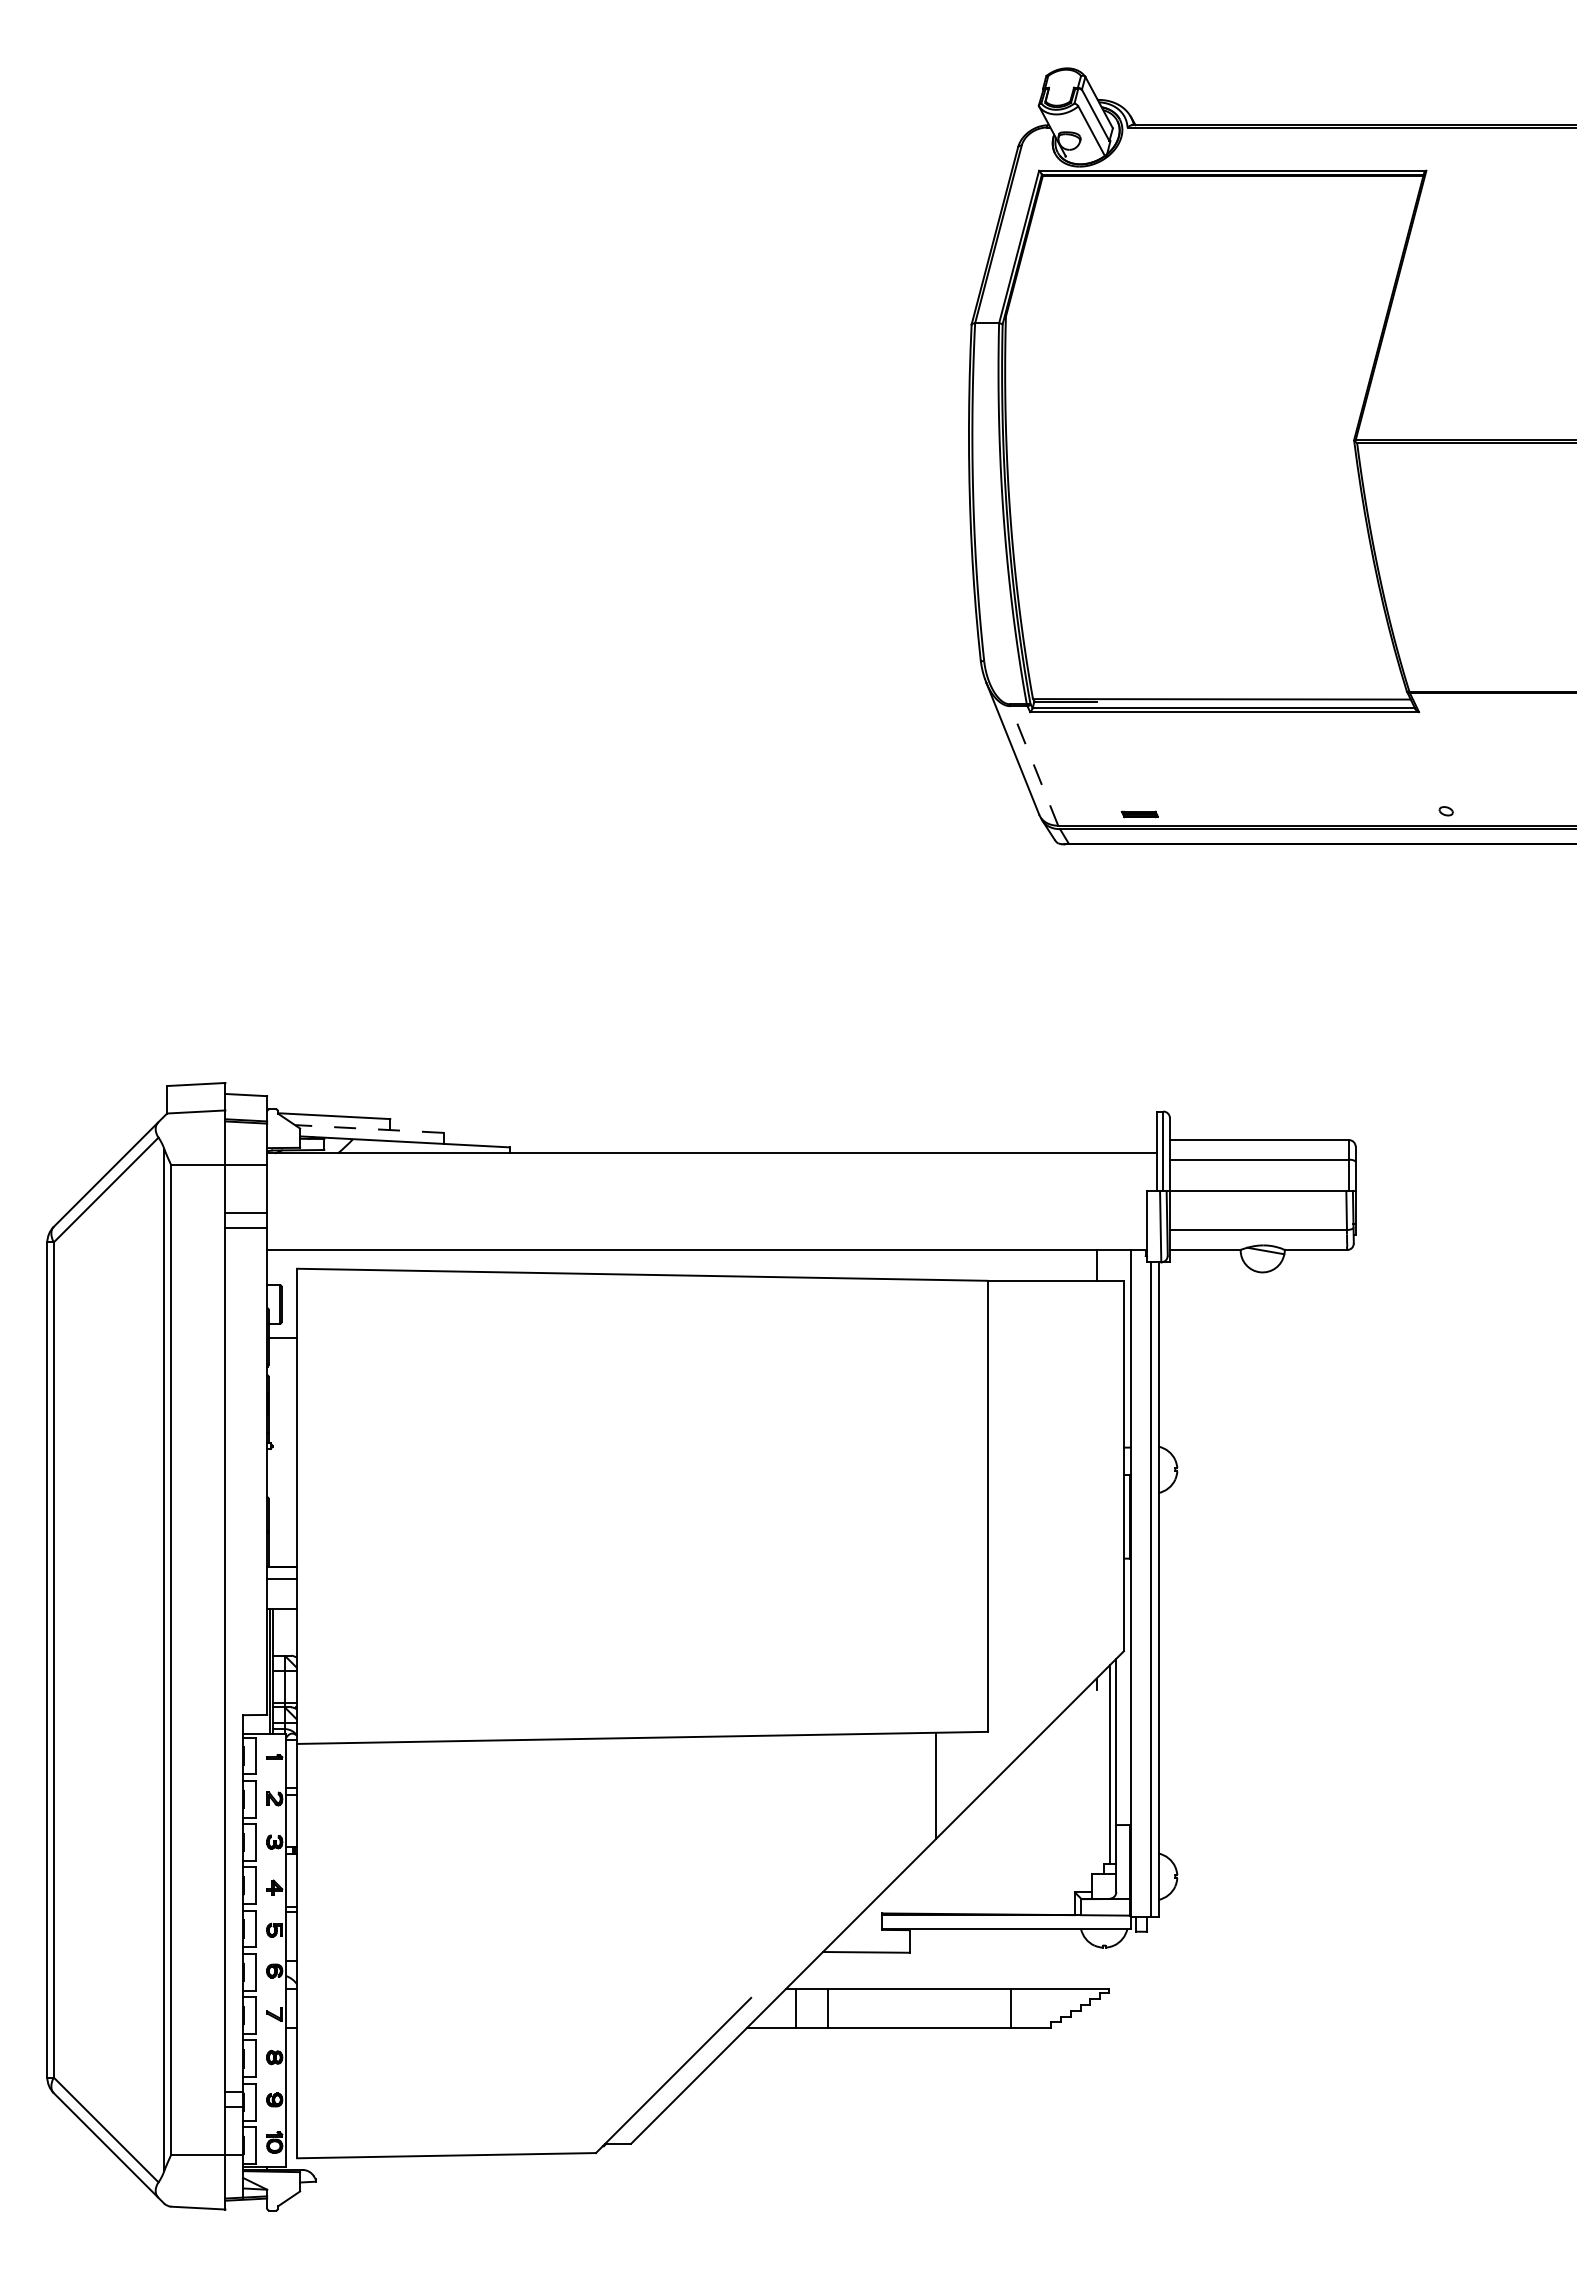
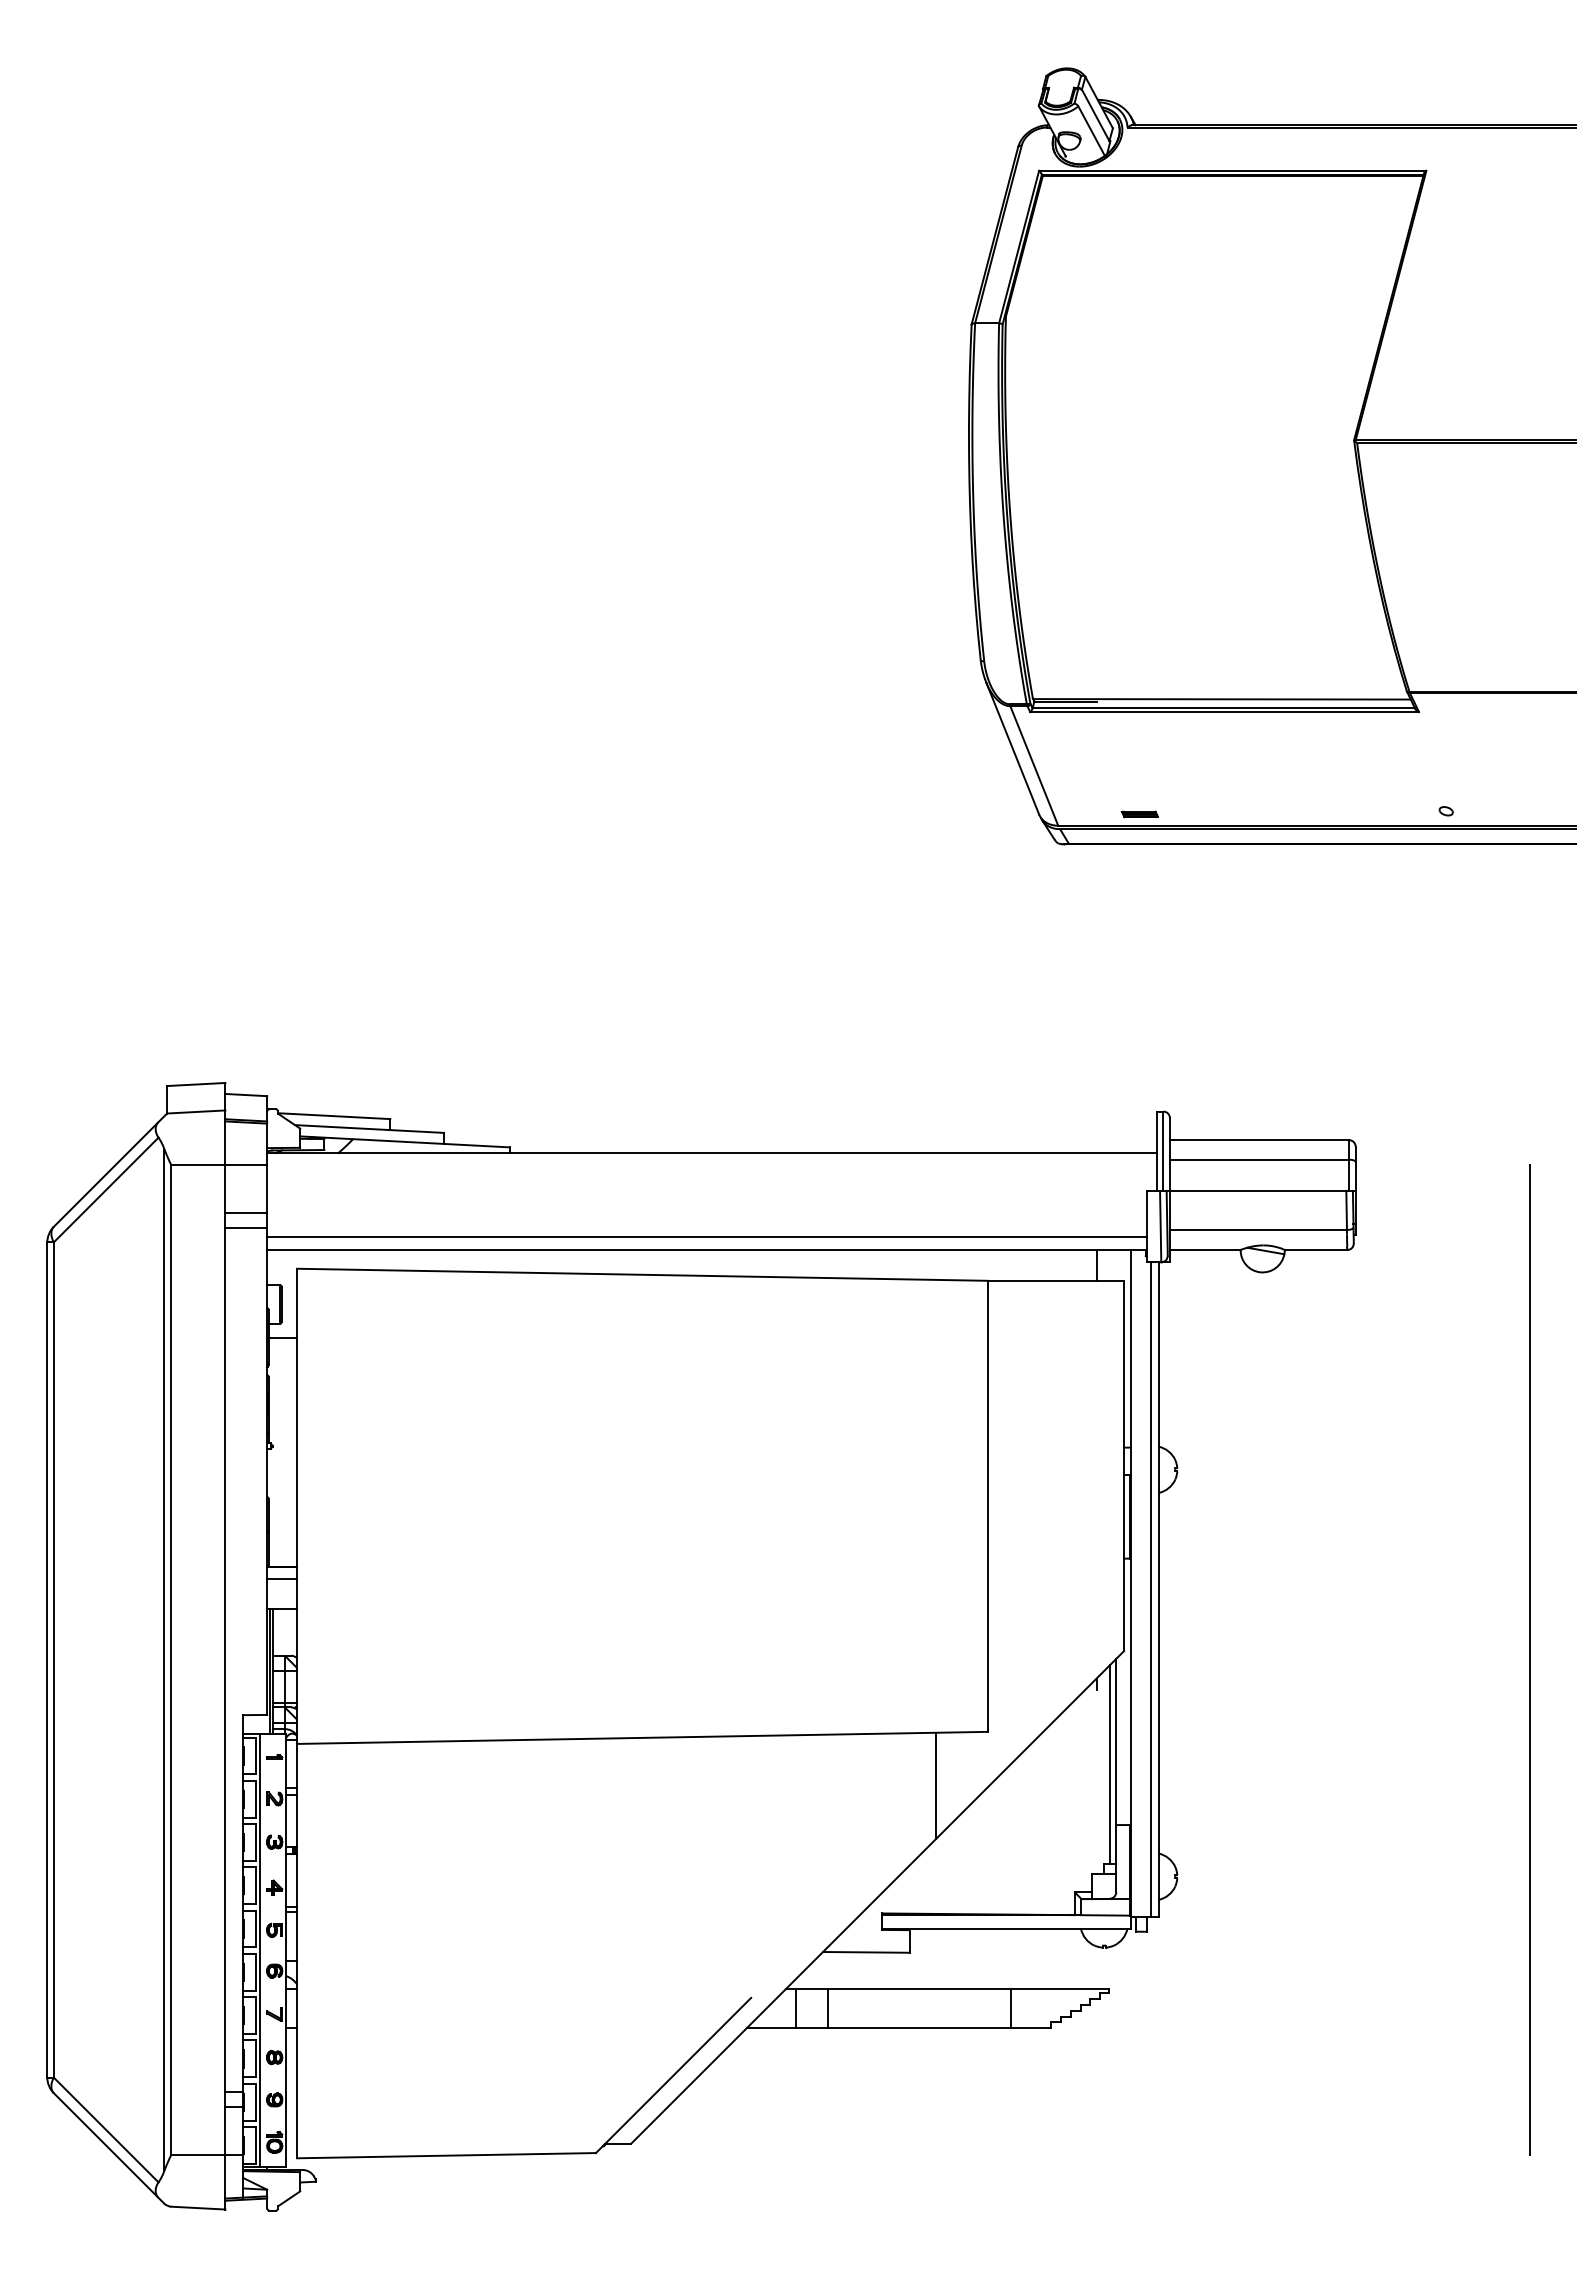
line at (1034, 765): dashed -> solid
line at (369, 1129): dashed -> solid
line at (706, 1236): none -> present
line at (1529, 1659): none -> present
line at (260, 1950): none -> present
